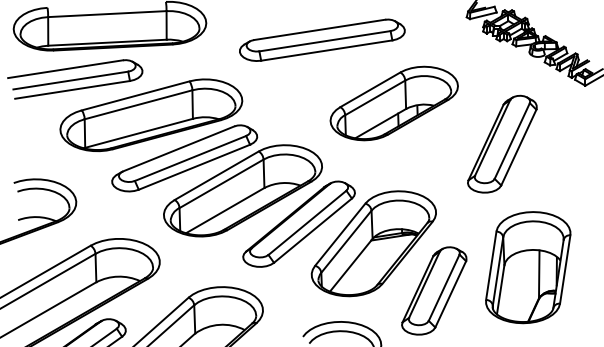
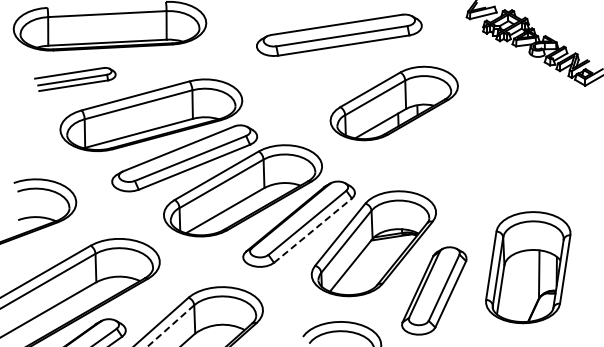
part at (322, 39) position: (322, 39) -> (339, 34)
part at (75, 79) size: 137x41 px -> 83x25 px
part at (502, 143): present -> none
line at (313, 230): solid -> dashed
line at (170, 326): solid -> dashed
